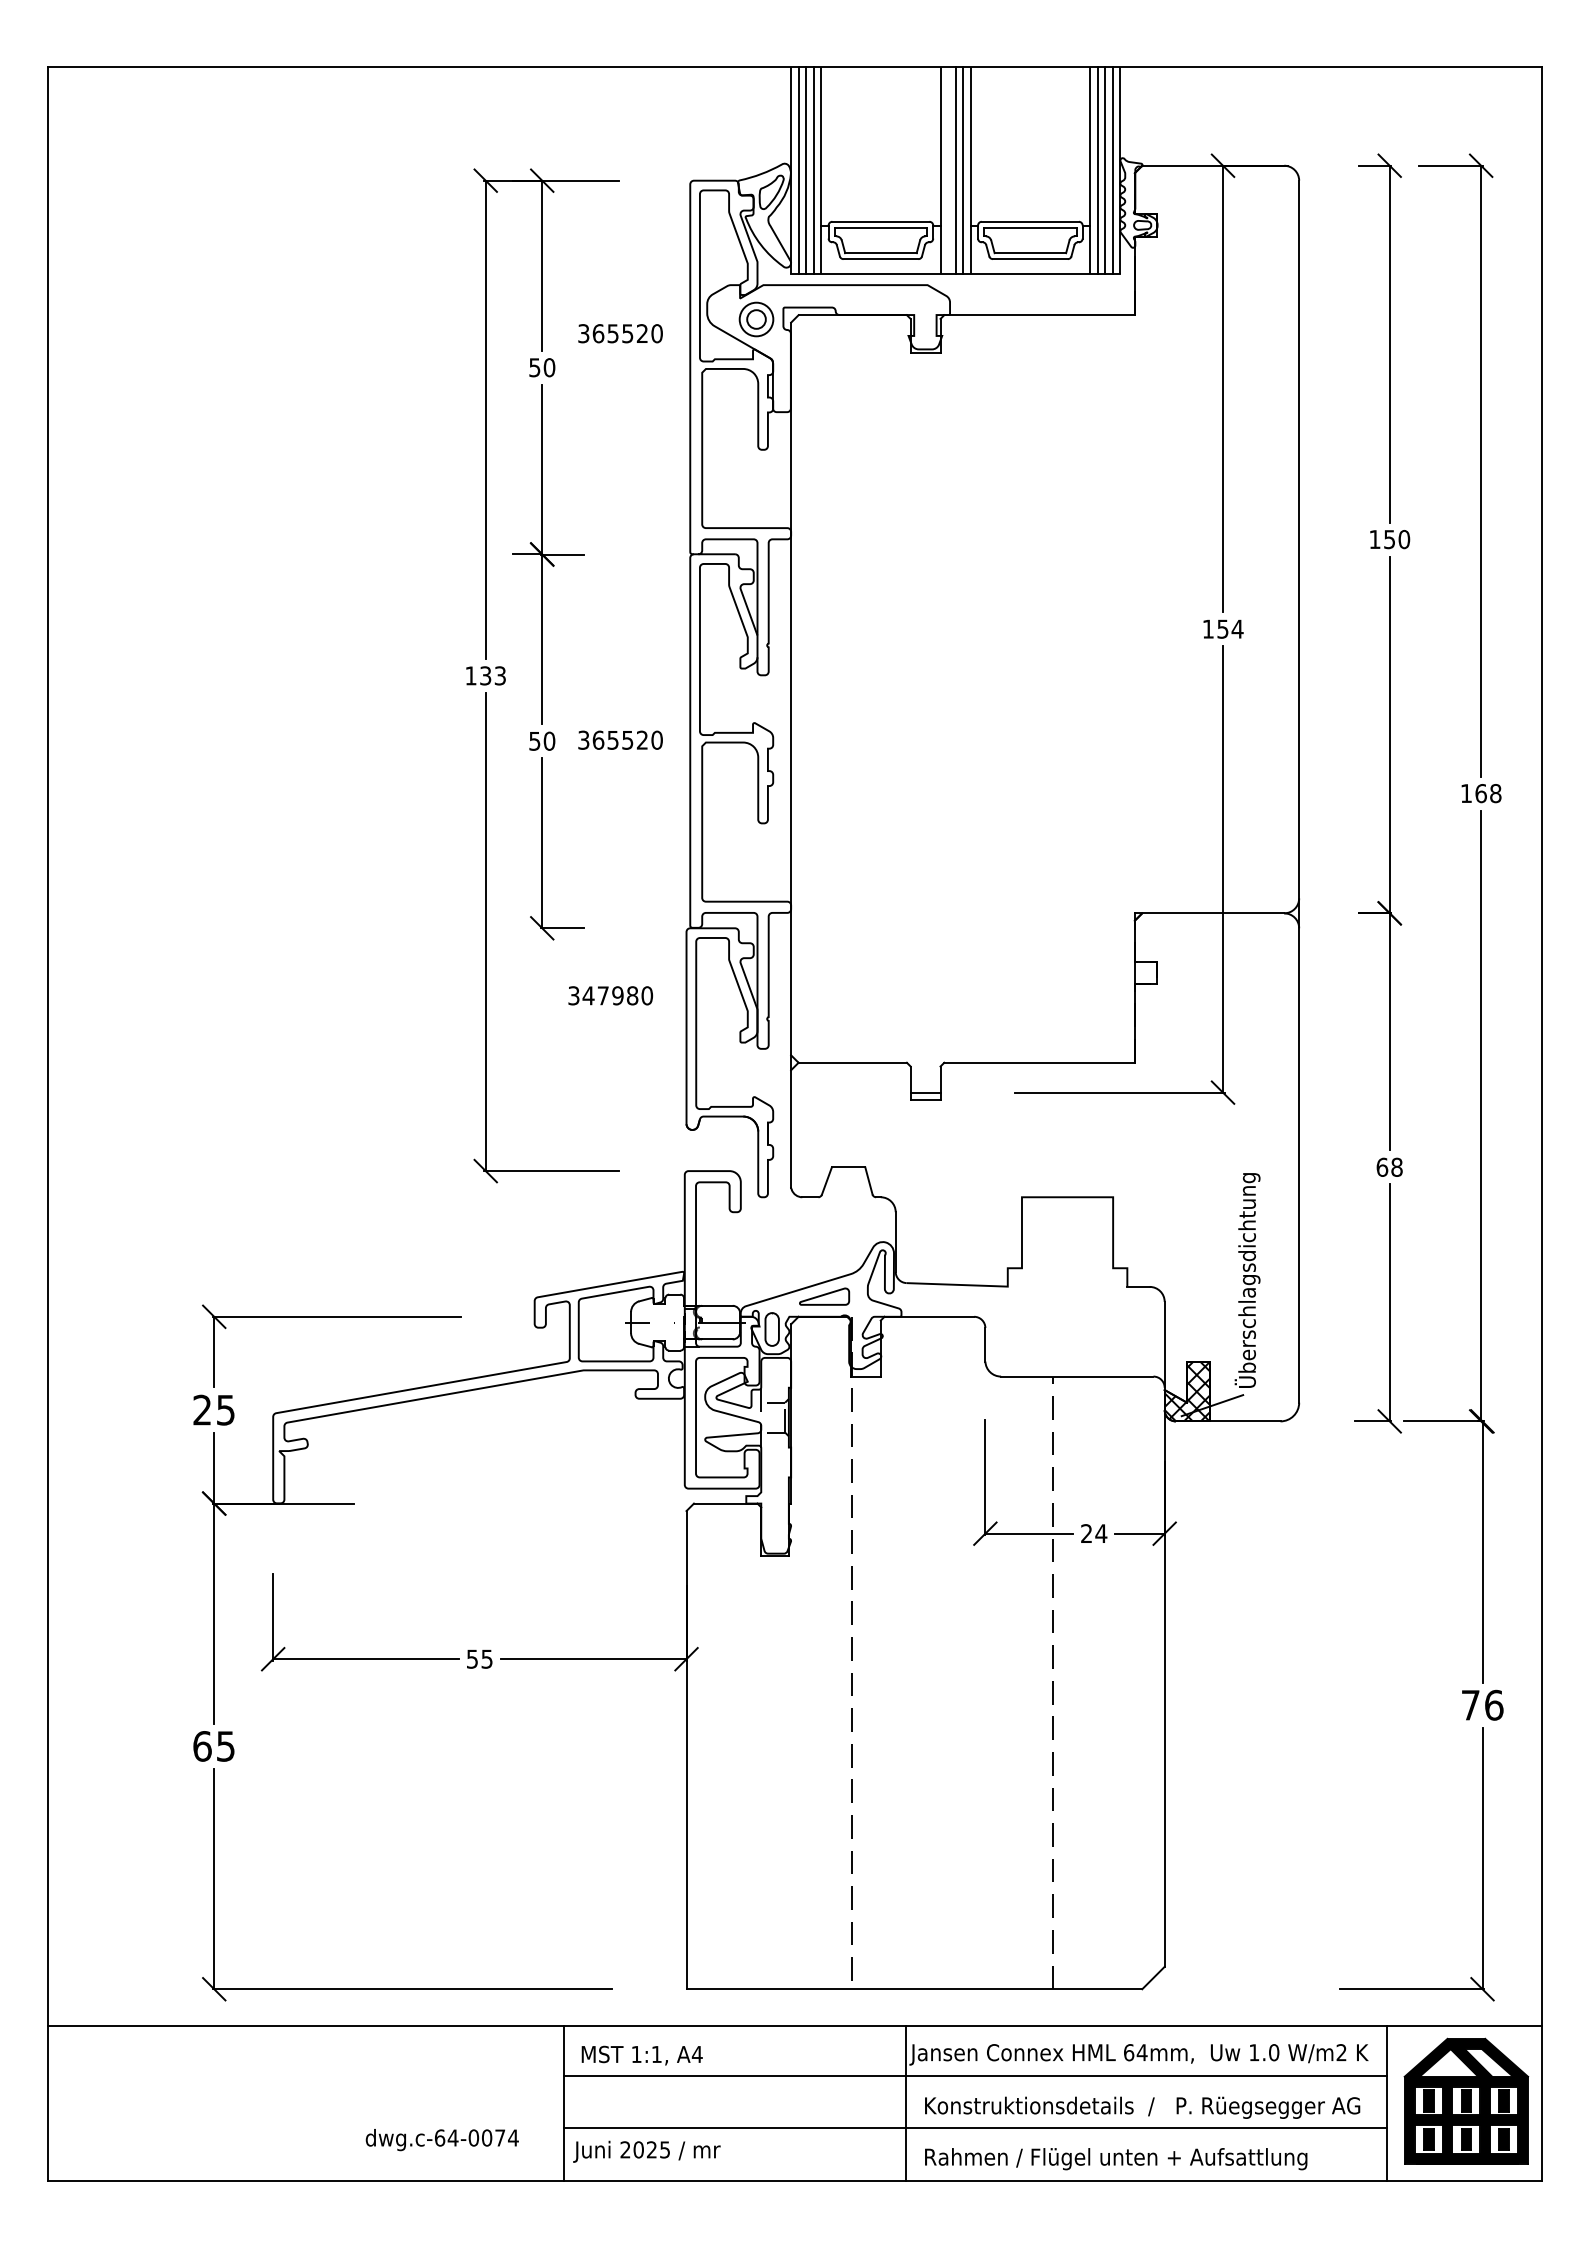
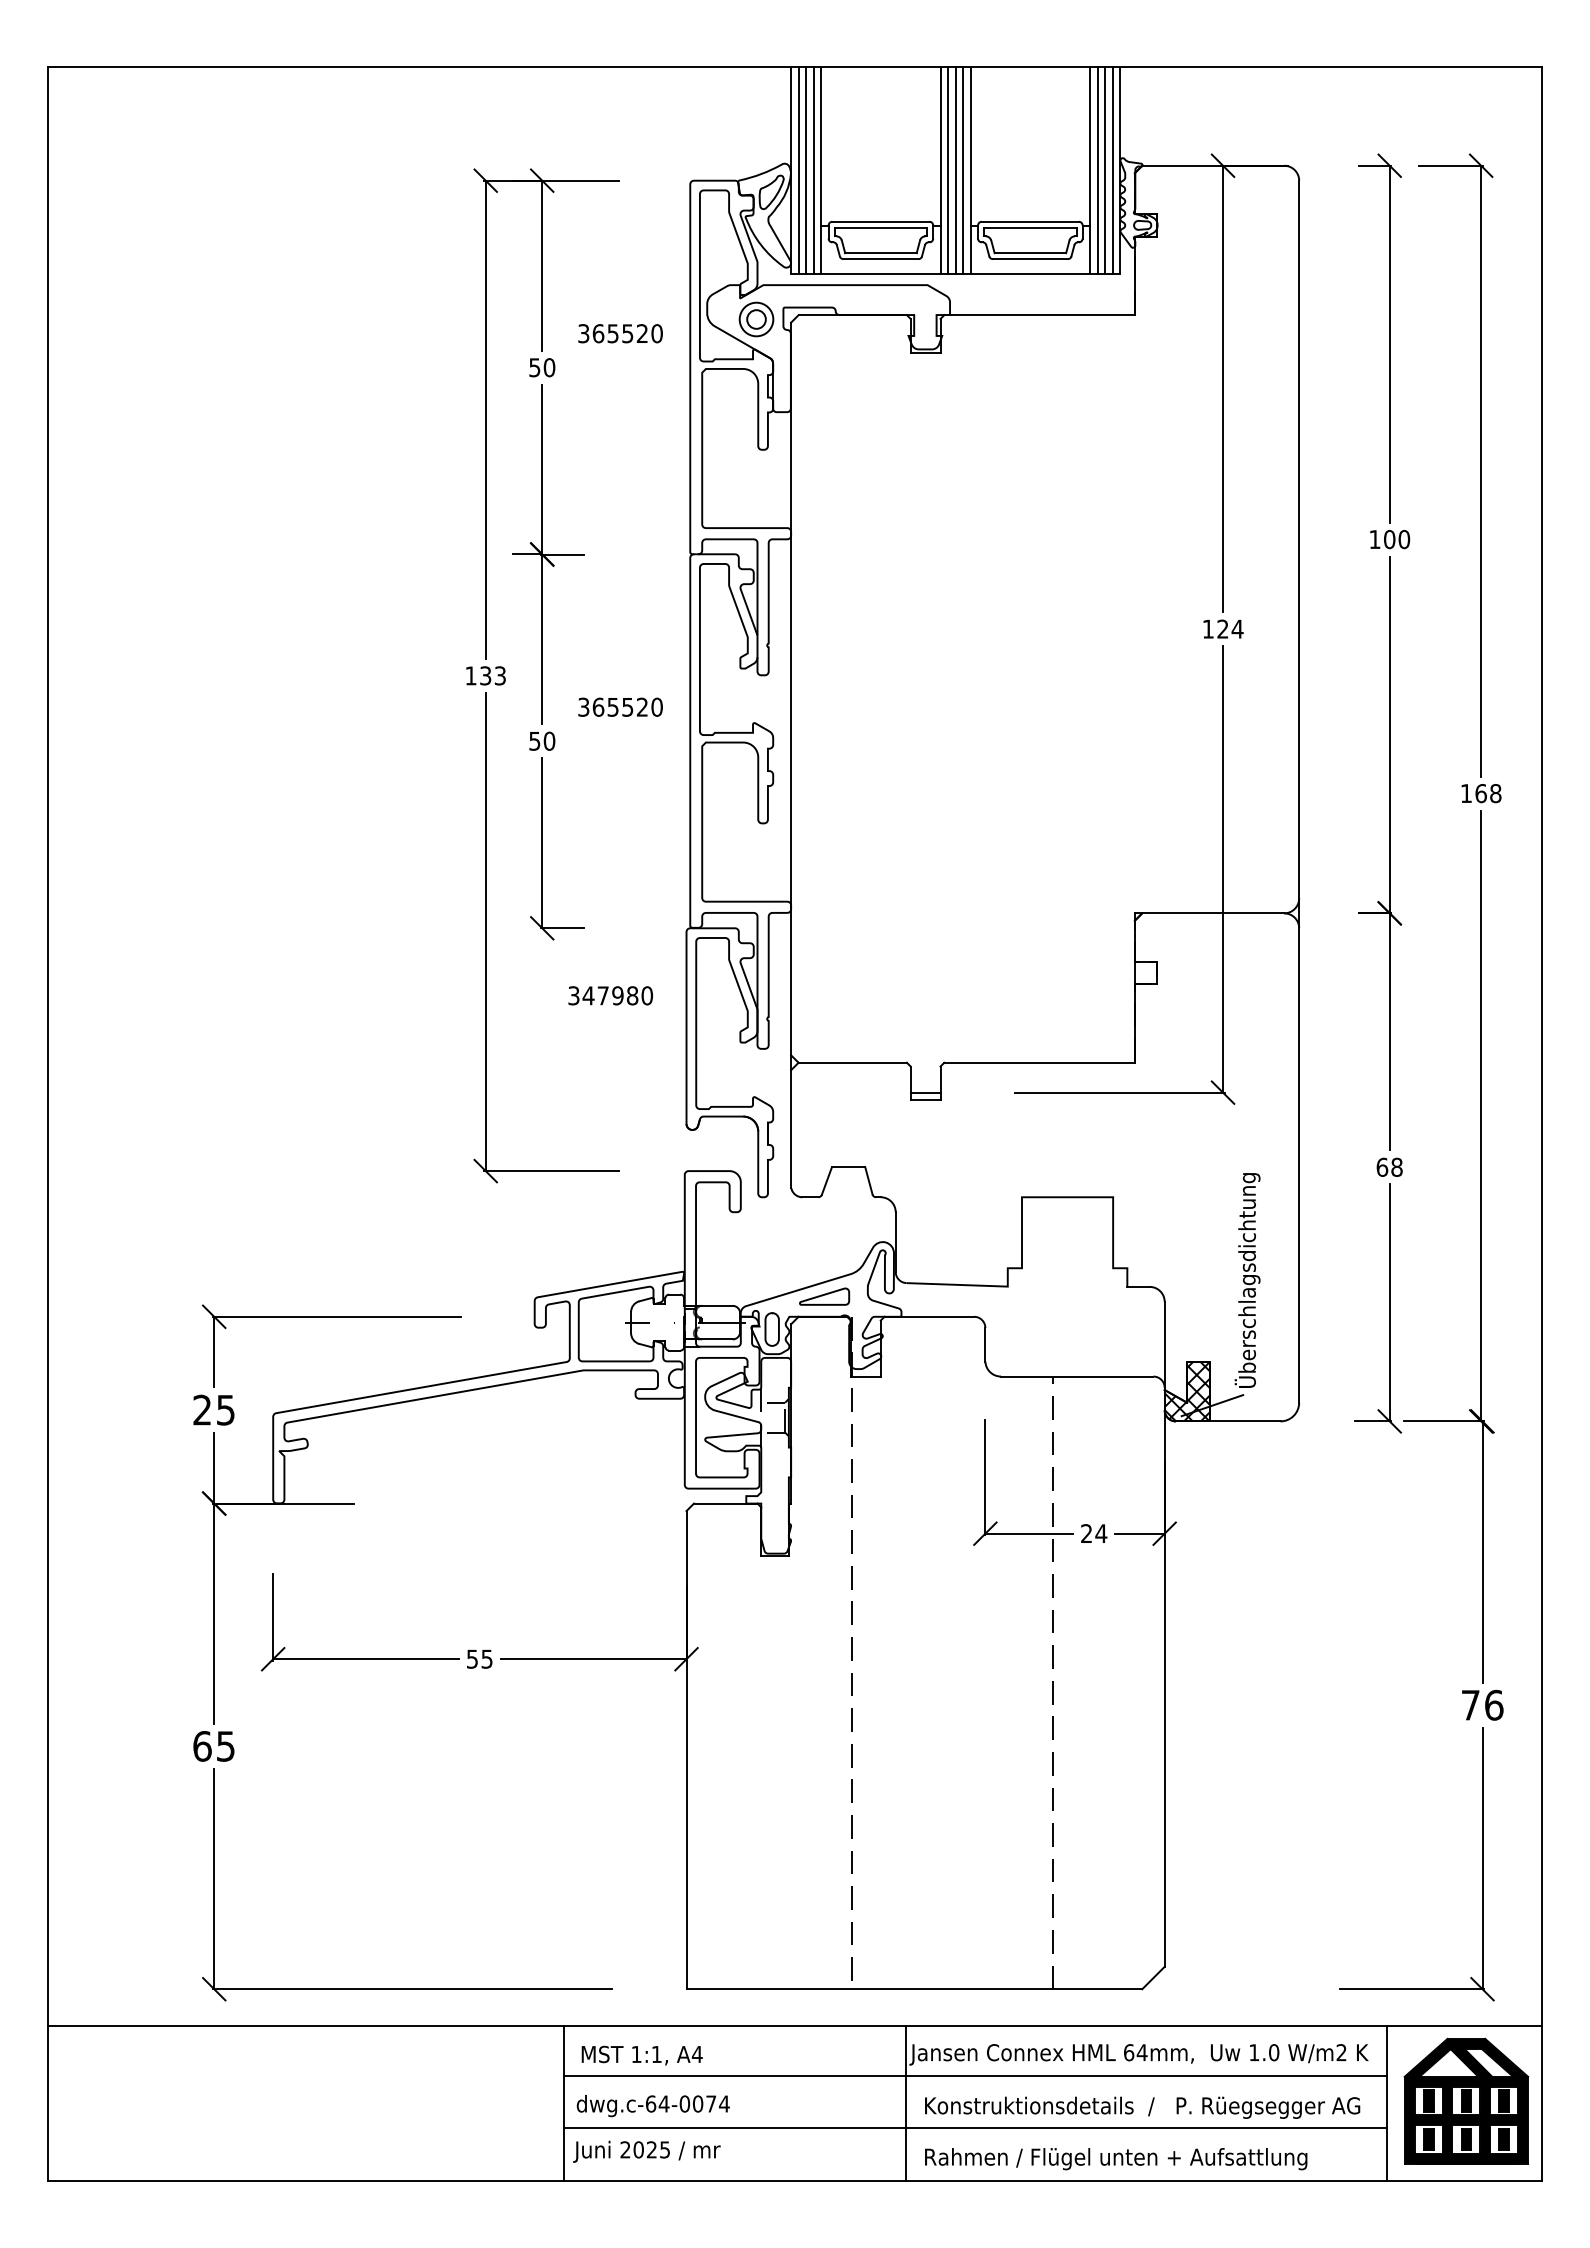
line at (948, 170): none -> present
text at (1389, 539): 150 -> 100
text at (1222, 628): 154 -> 124
text at (620, 739) position: (620, 739) -> (620, 706)
text at (441, 2140) position: (441, 2140) -> (652, 2106)
